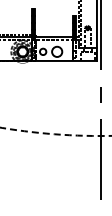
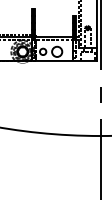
circle at (55, 131): dashed -> solid
